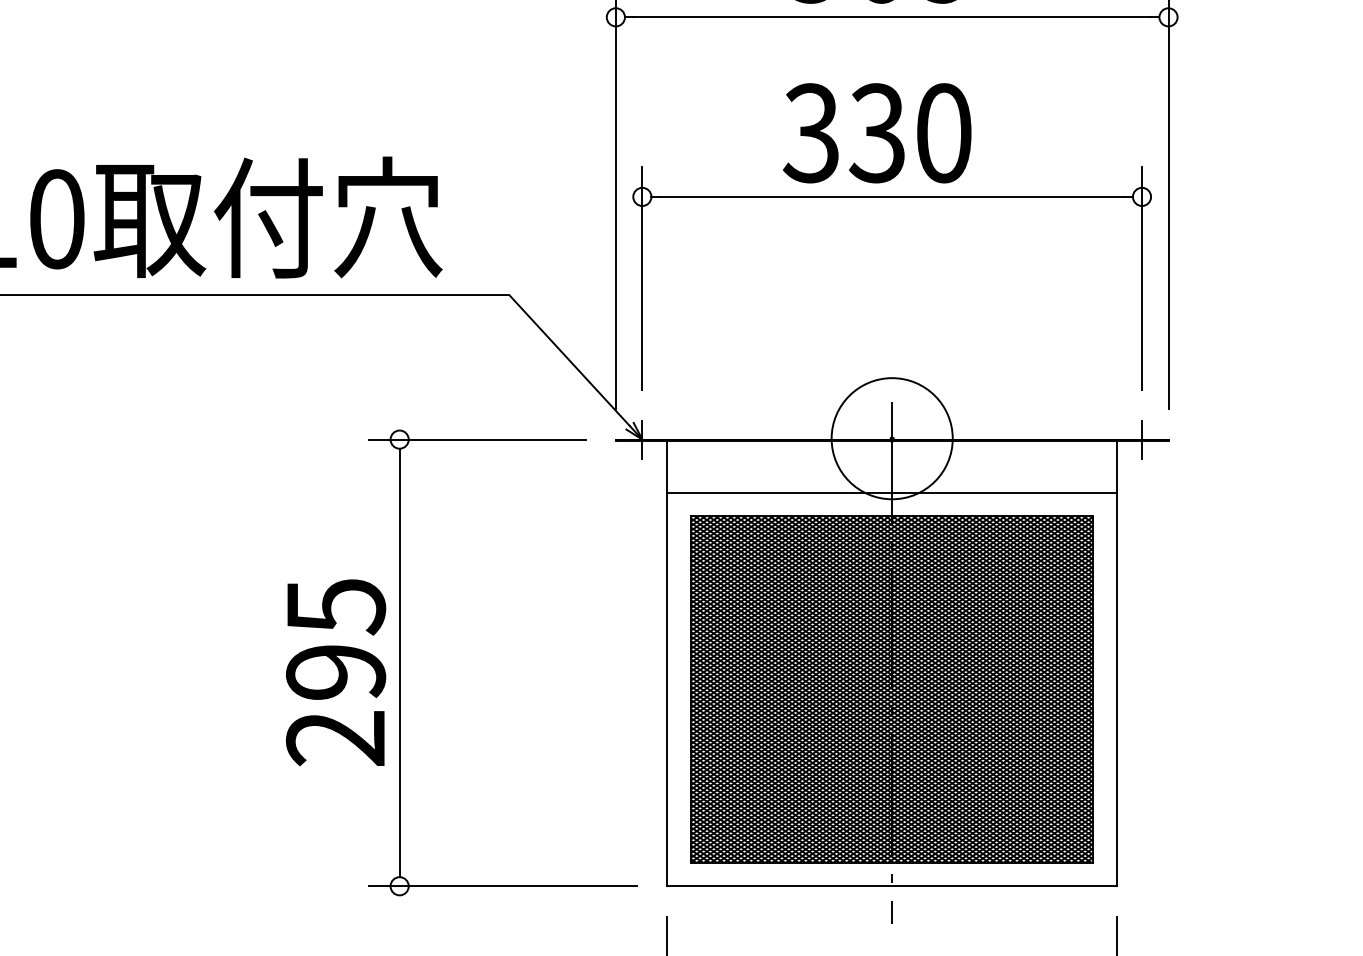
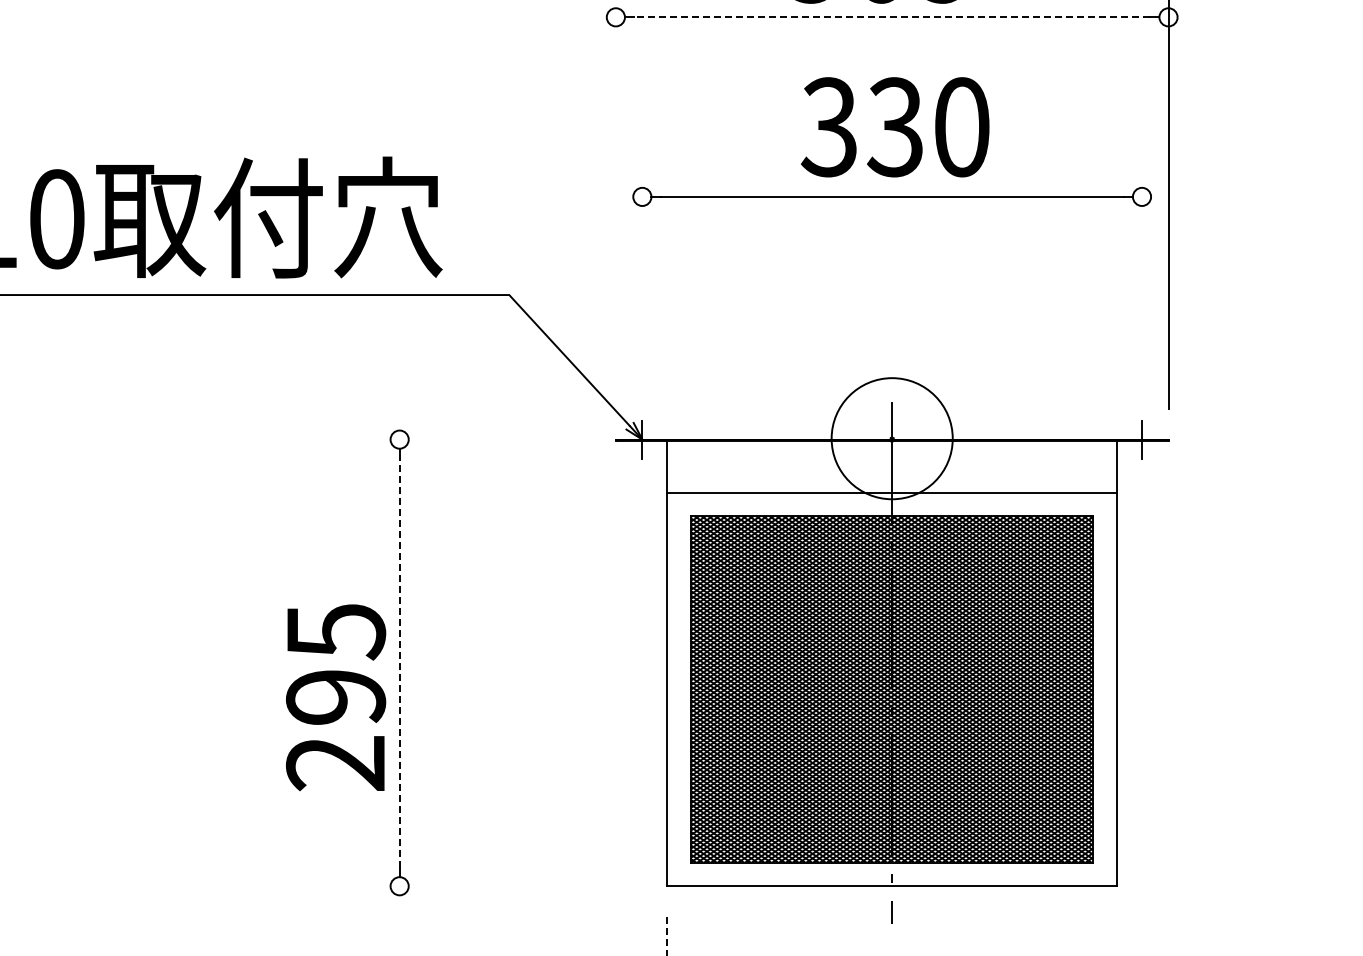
line at (891, 17): solid -> dashed
text at (877, 133) position: (877, 133) -> (895, 127)
line at (615, 205): present -> none
line at (642, 278): present -> none
line at (1142, 278): present -> none
line at (477, 439): present -> none
line at (399, 662): solid -> dashed
text at (336, 672) position: (336, 672) -> (336, 697)
line at (503, 886): present -> none
line at (1117, 934): present -> none
line at (667, 936): solid -> dashed
